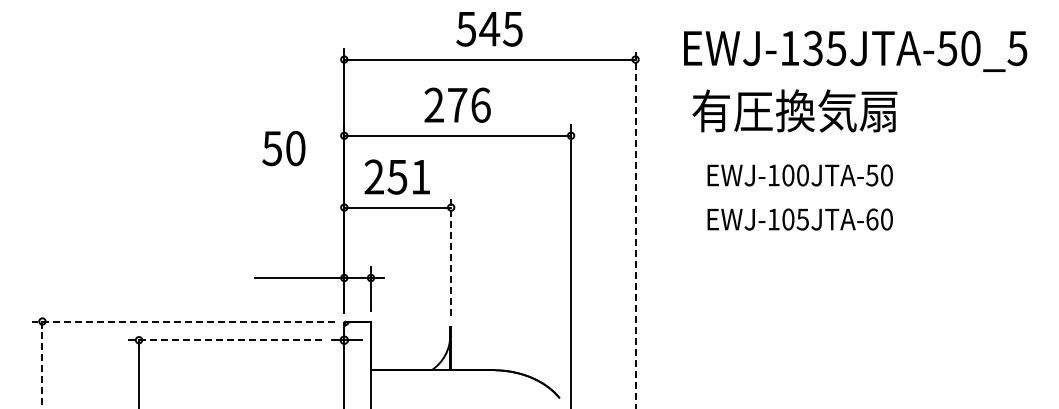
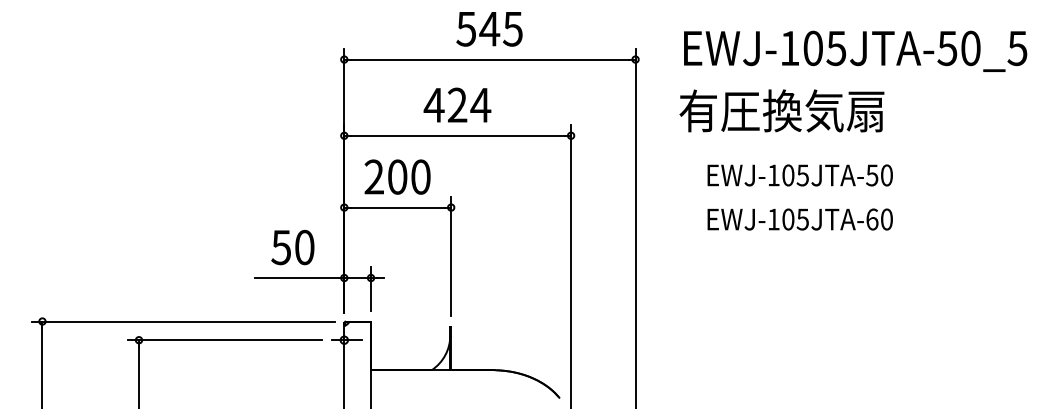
text at (812, 48): EWJ-135JTA-50_5 -> EWJ-105JTA-50_5
text at (457, 104): 276 -> 424
text at (794, 110) position: (794, 110) -> (781, 110)
text at (283, 148) position: (283, 148) -> (292, 247)
text at (802, 175): EWJ-100JTA-50 -> EWJ-105JTA-50
text at (408, 176): 251 -> 200
line at (635, 228): dashed -> solid
line at (451, 256): dashed -> solid
line at (183, 321): dashed -> solid
line at (224, 340): dashed -> solid
line at (42, 367): dashed -> solid
